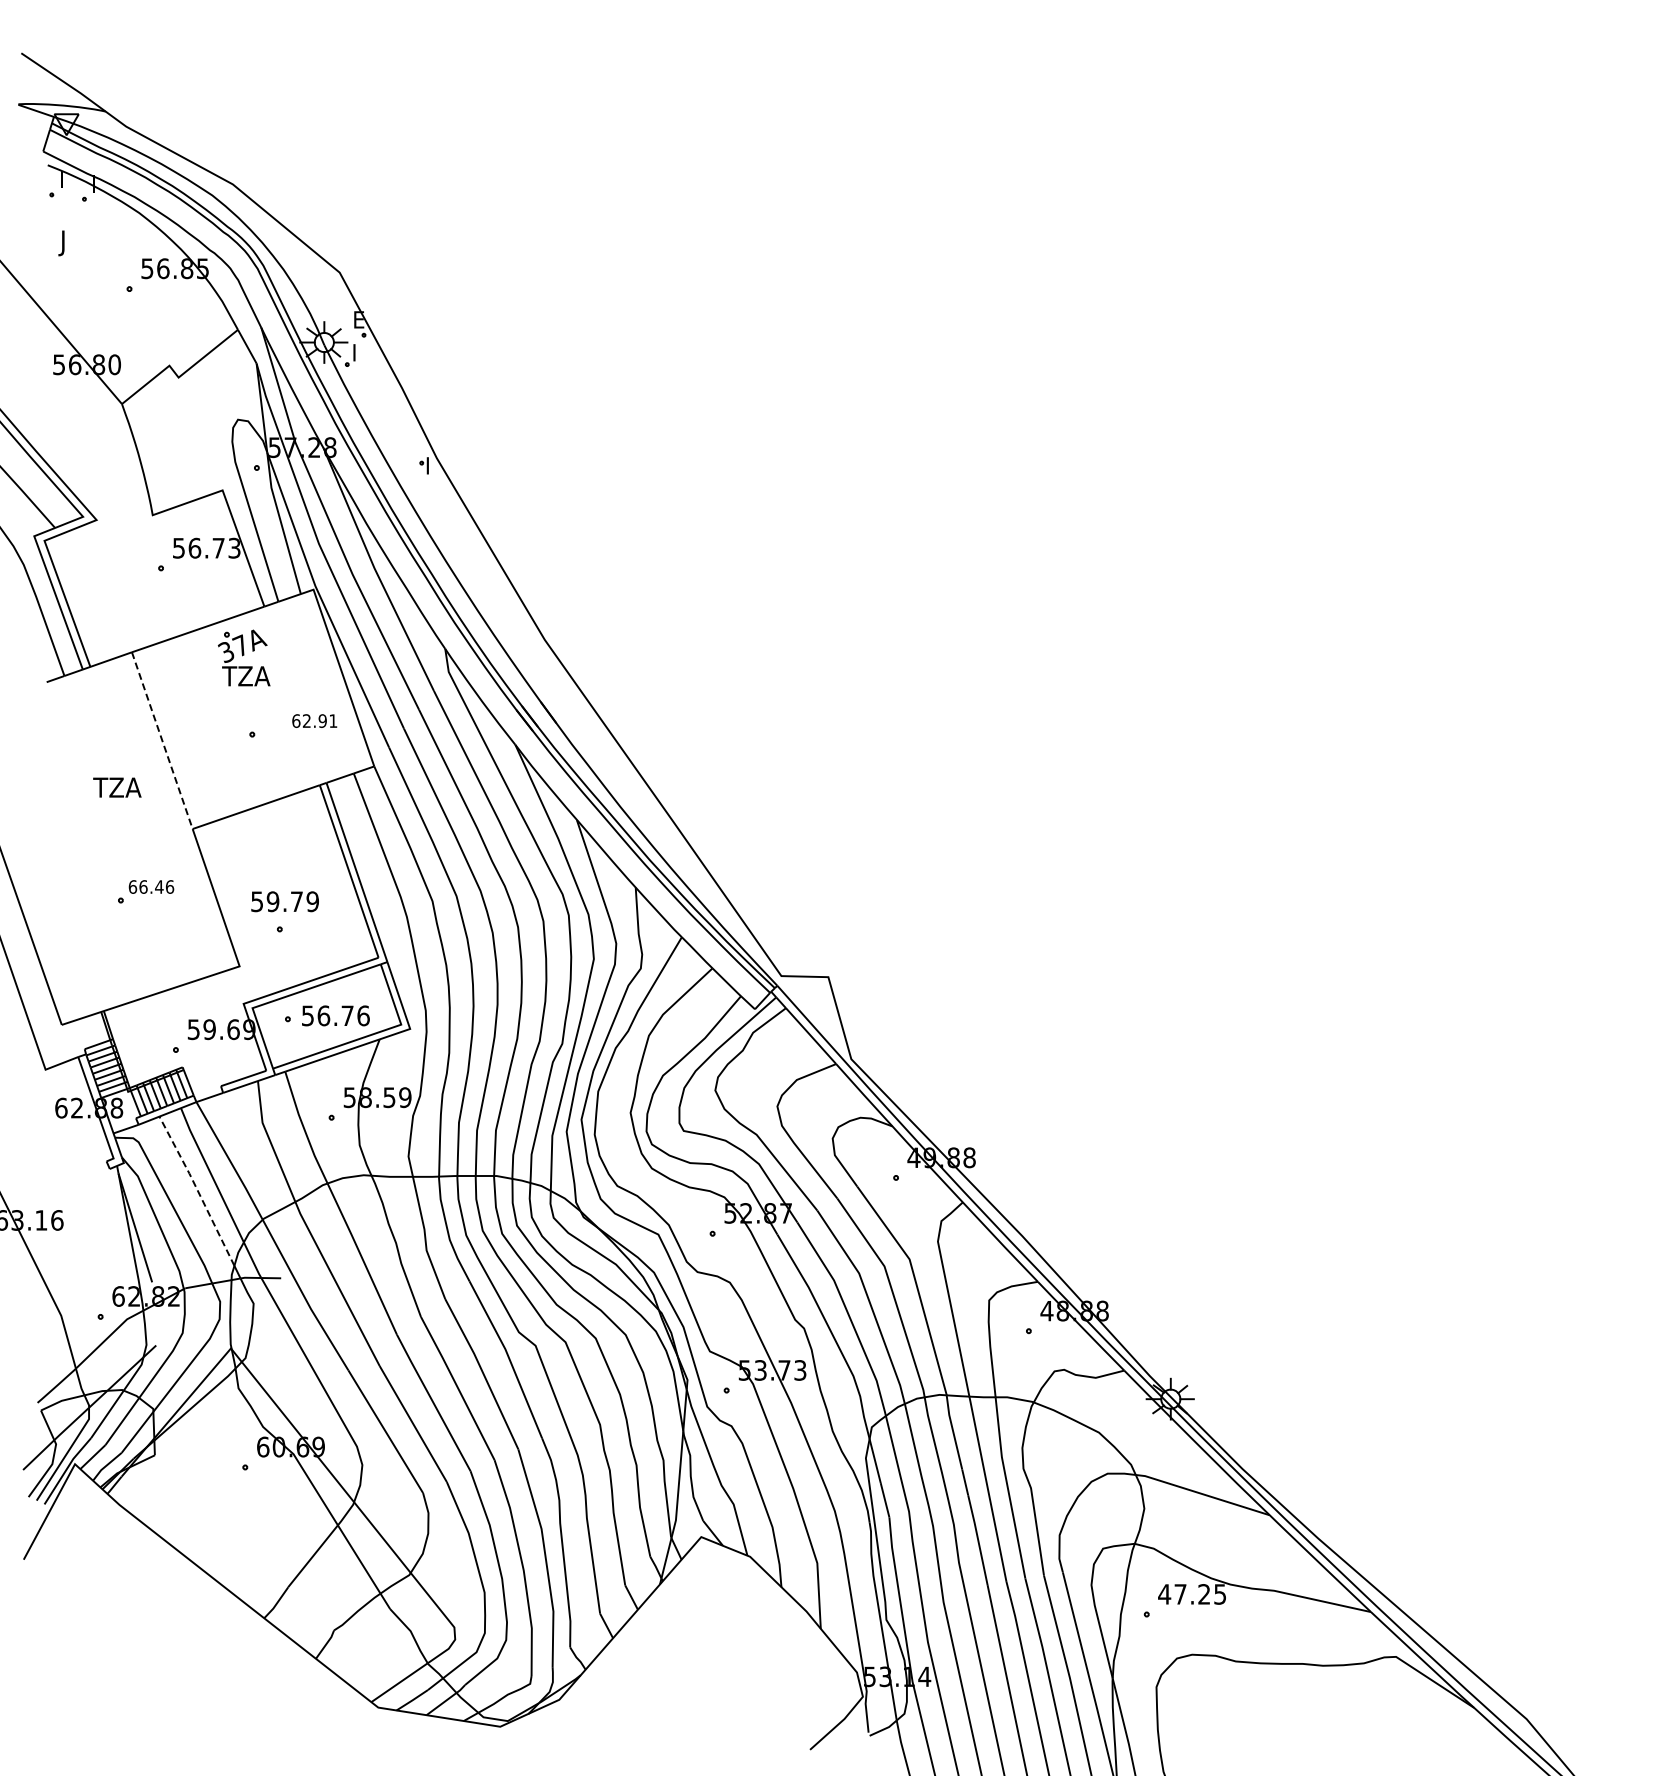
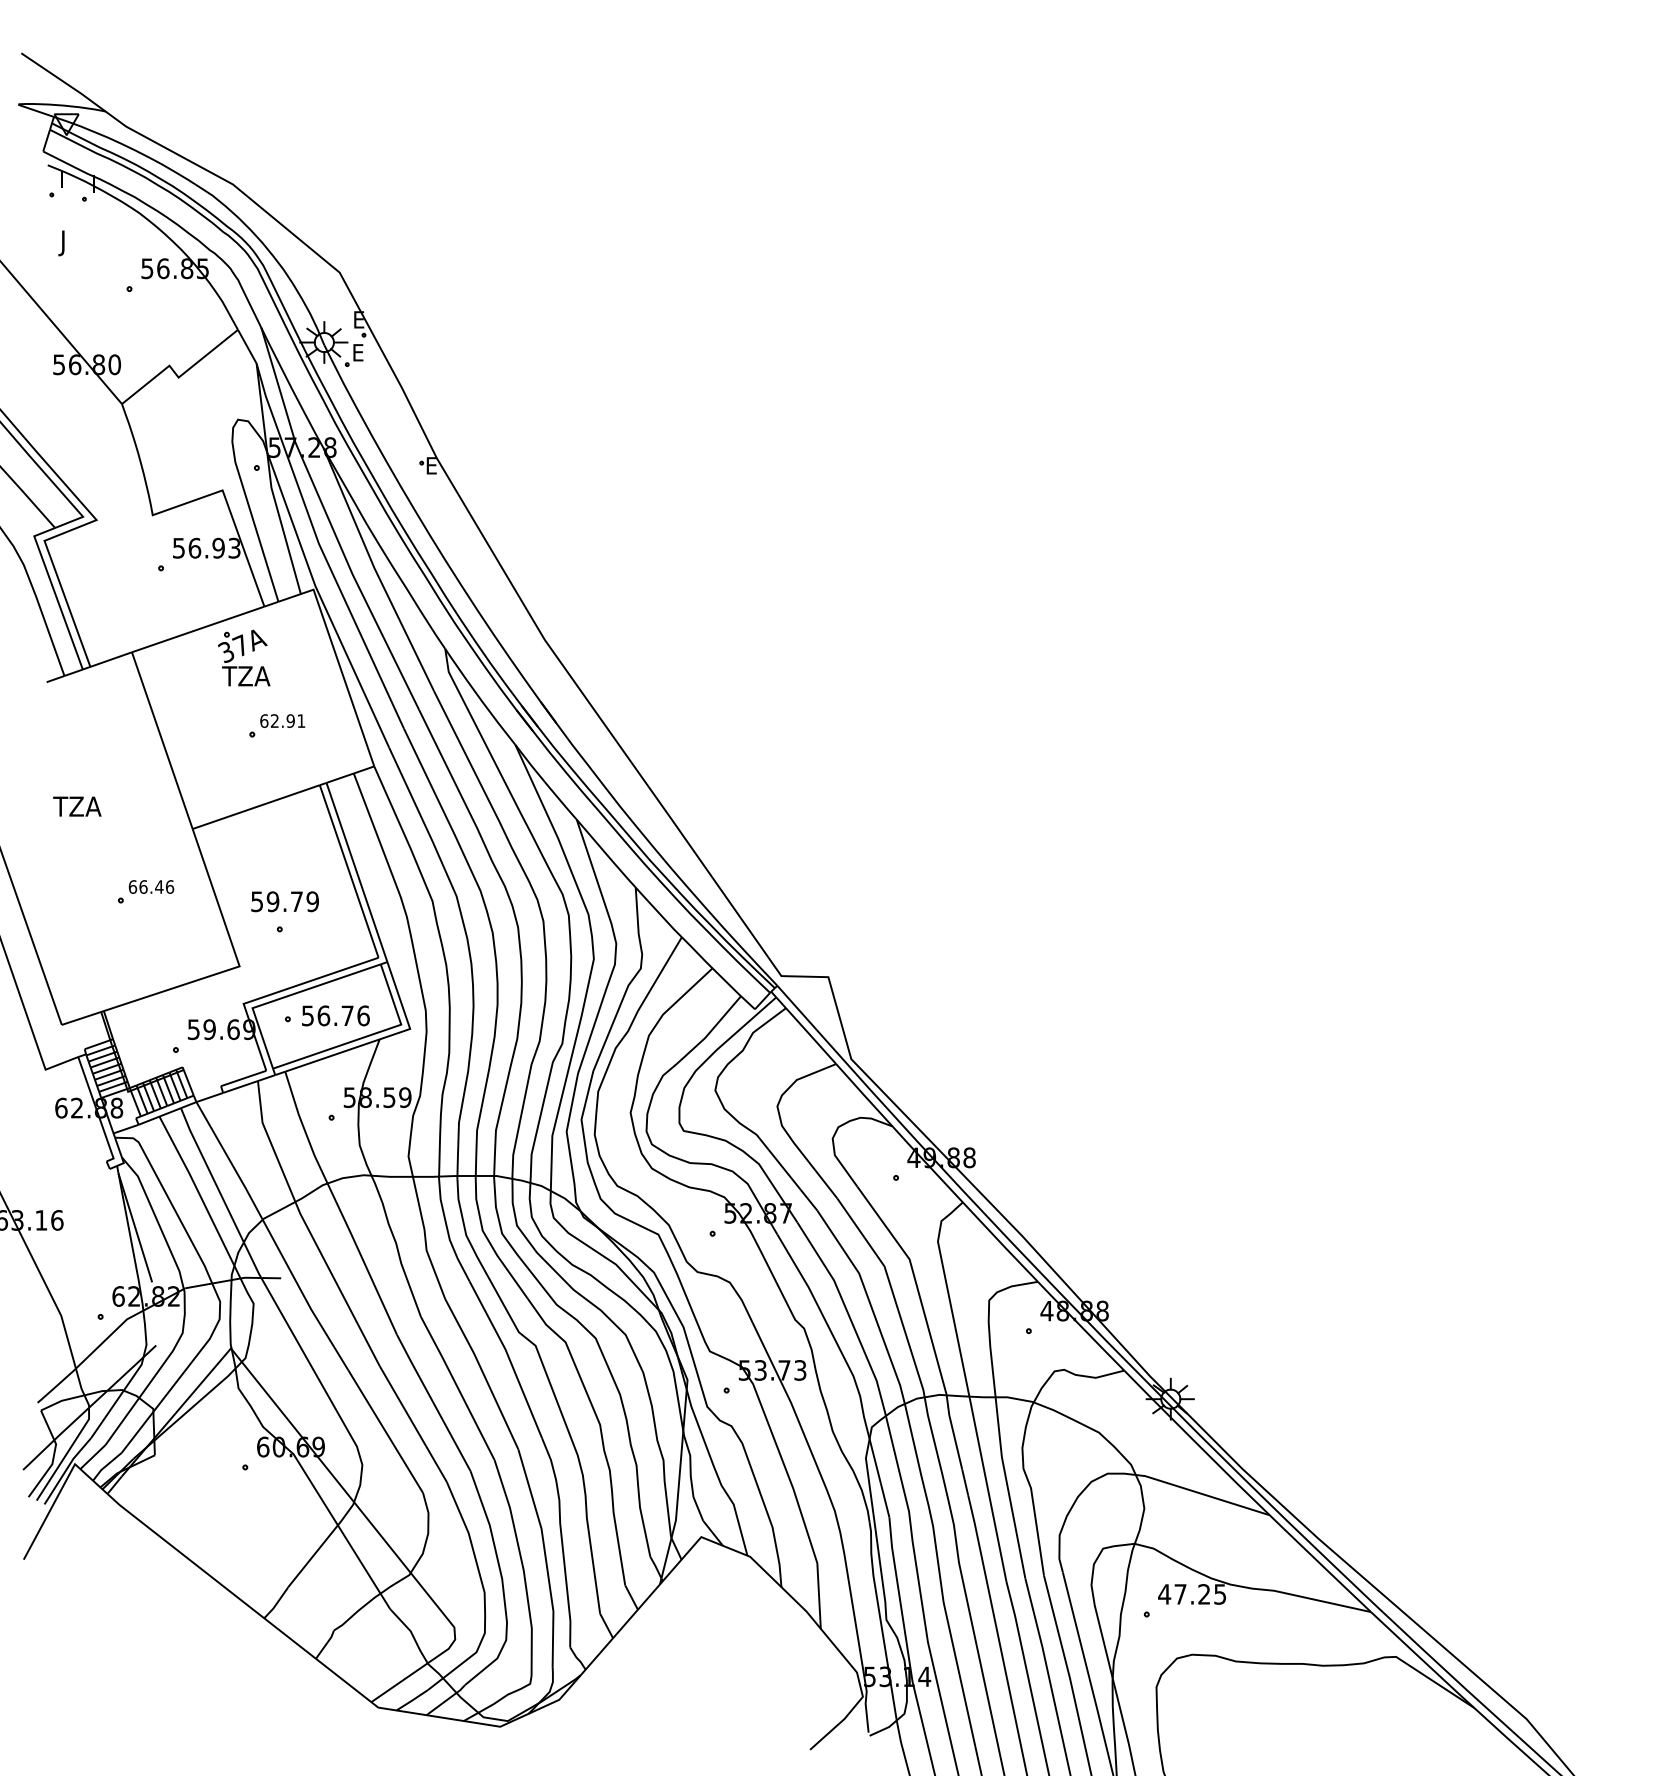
text at (359, 352): I -> E
text at (432, 465): I -> E
text at (218, 547): 56.73 -> 56.93
text at (314, 720) position: (314, 720) -> (282, 720)
line at (162, 741): dashed -> solid
text at (117, 787) position: (117, 787) -> (77, 806)
line at (197, 1189): dashed -> solid
